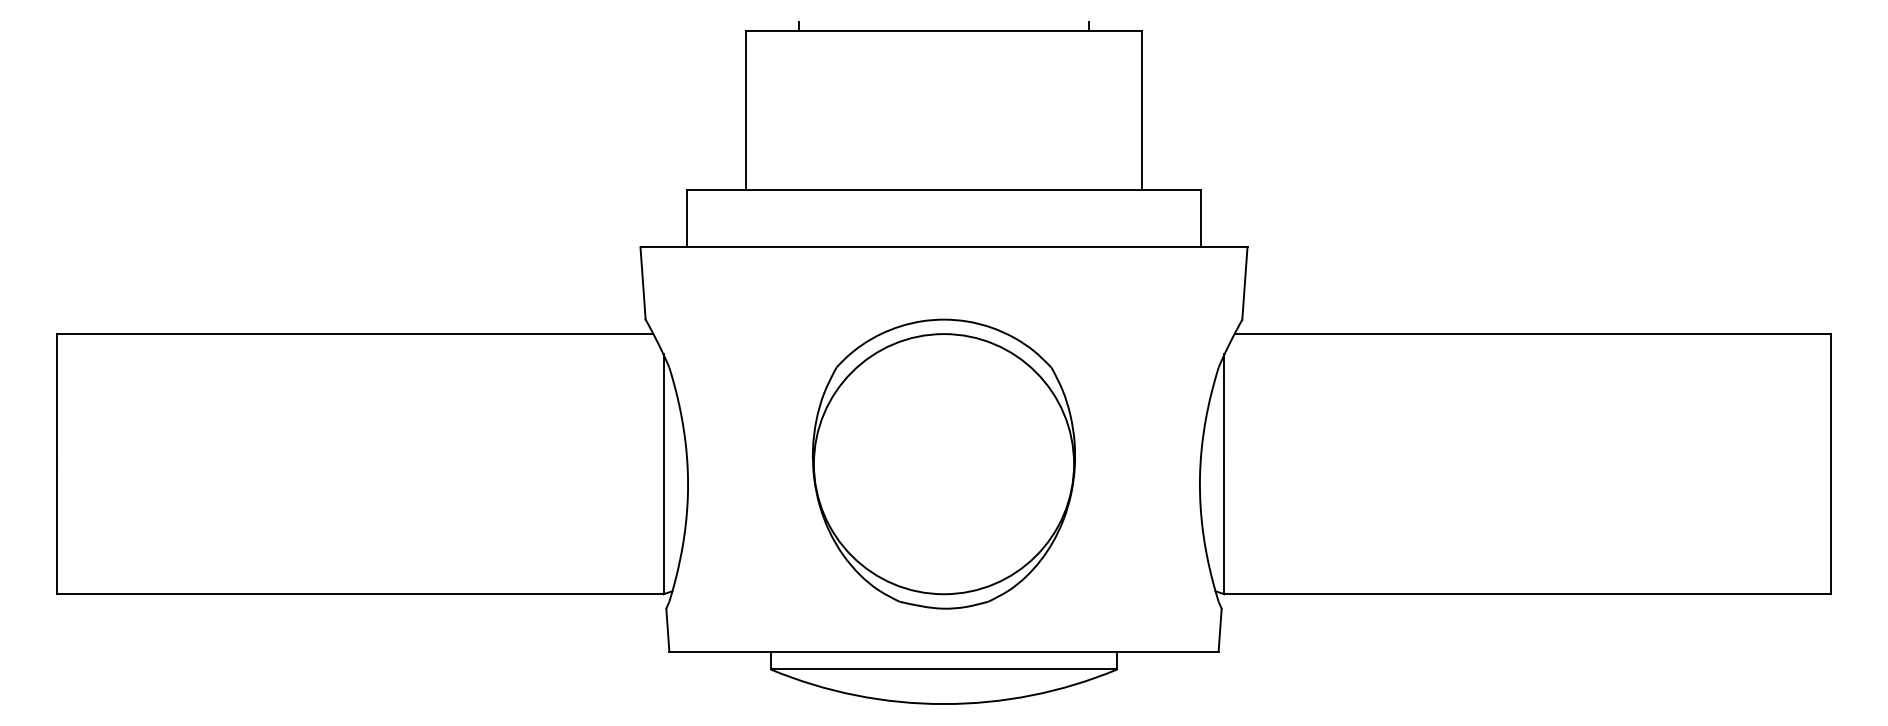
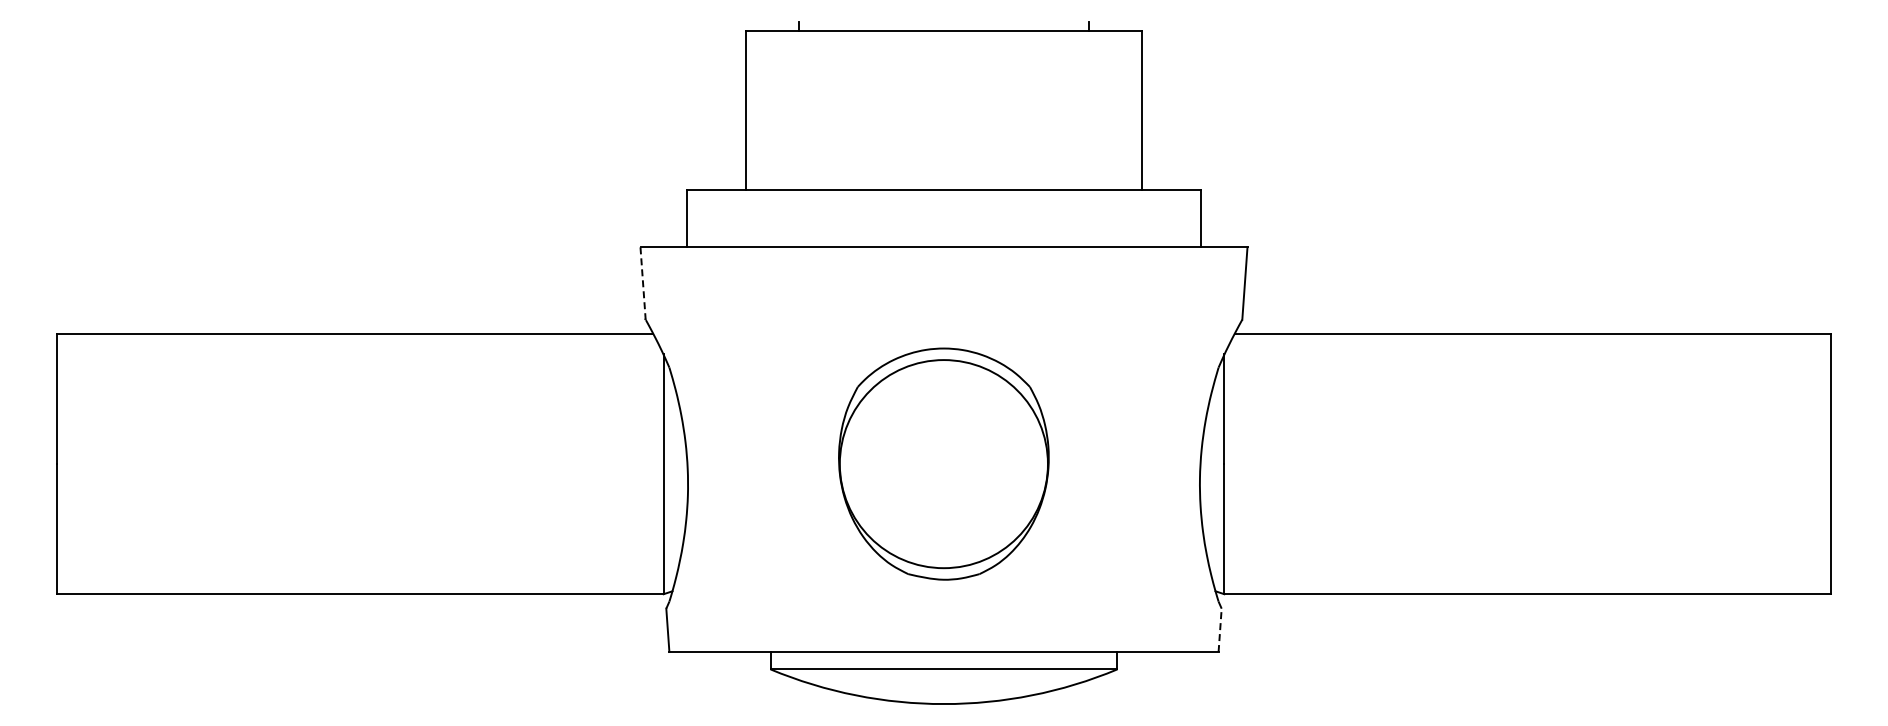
line at (643, 284): solid -> dashed
part at (943, 463) size: 265x292 px -> 212x234 px
line at (1220, 630): solid -> dashed
